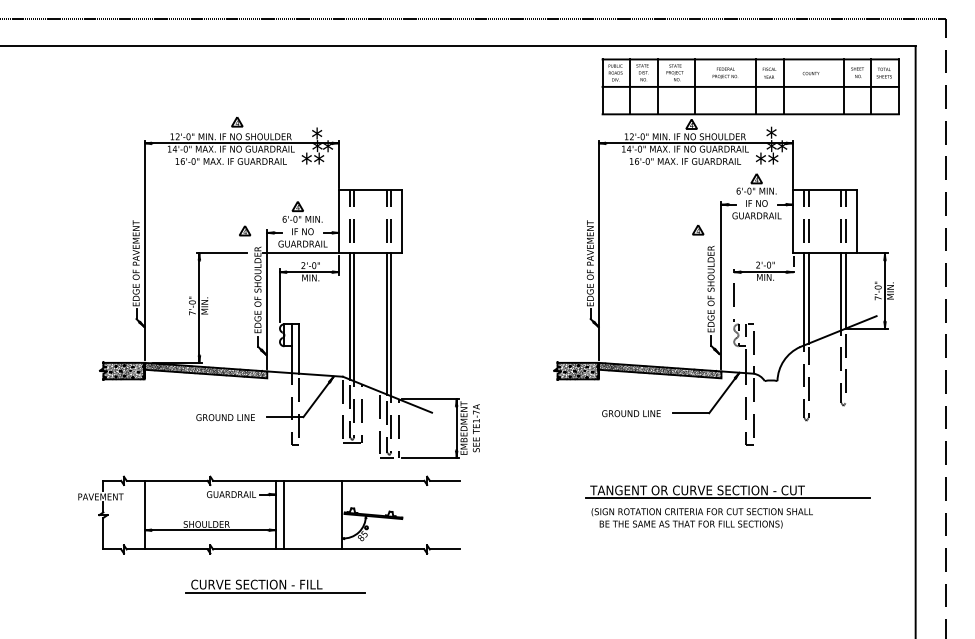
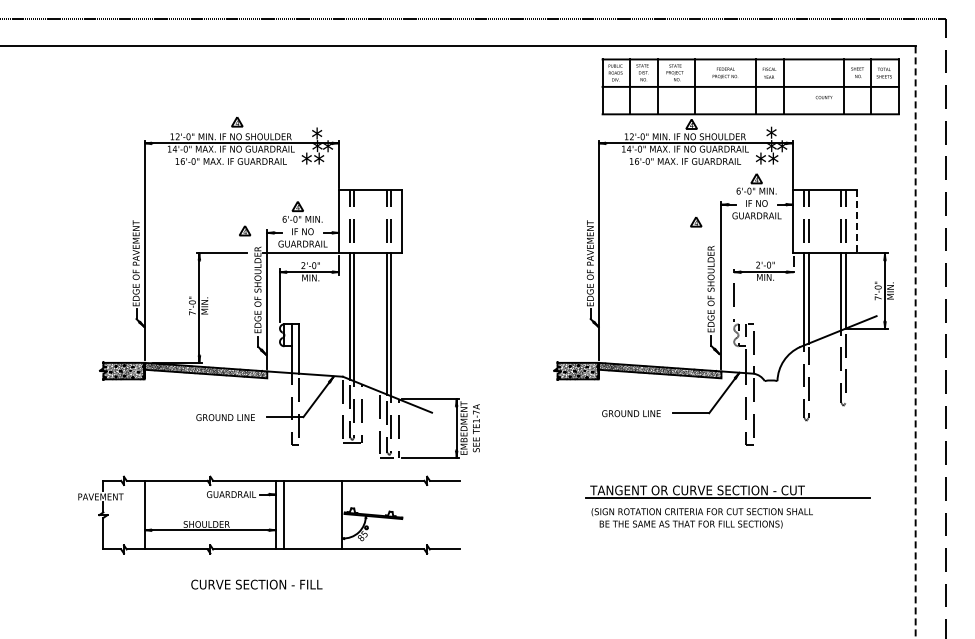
text at (810, 73) position: (810, 73) -> (823, 97)
line at (856, 221): solid -> dashed
part at (698, 229) position: (698, 229) -> (696, 221)
line at (915, 342): solid -> dashed
line at (275, 593): present -> none
